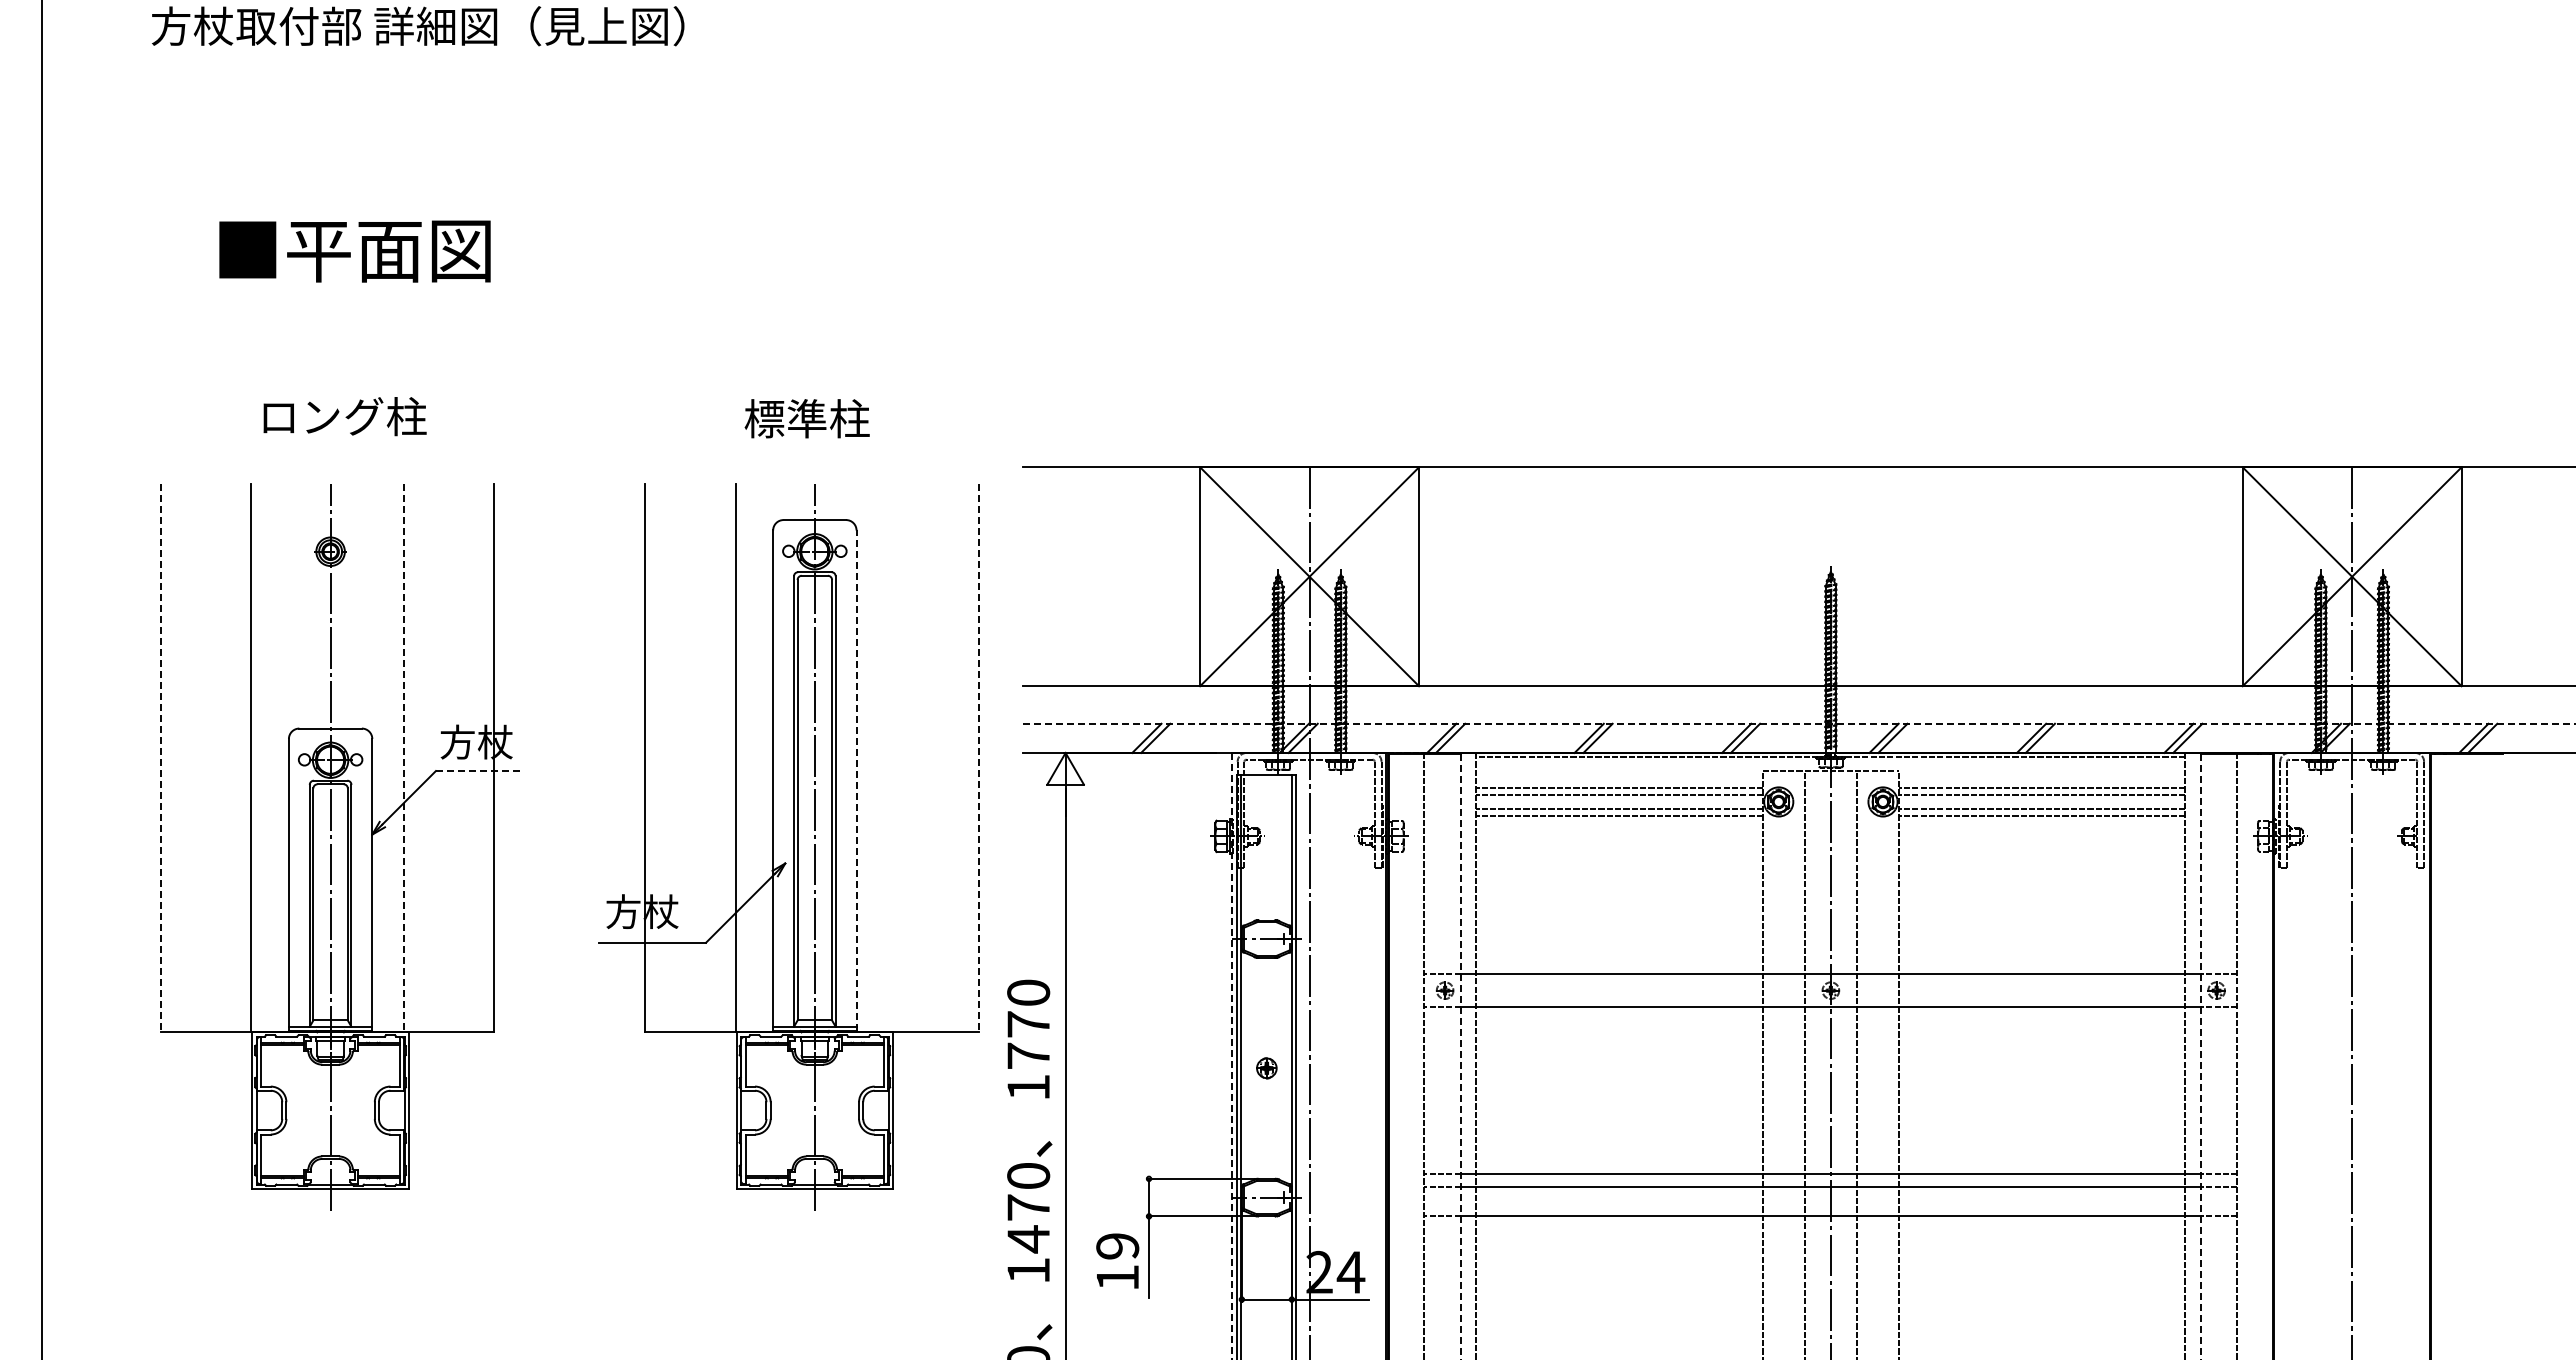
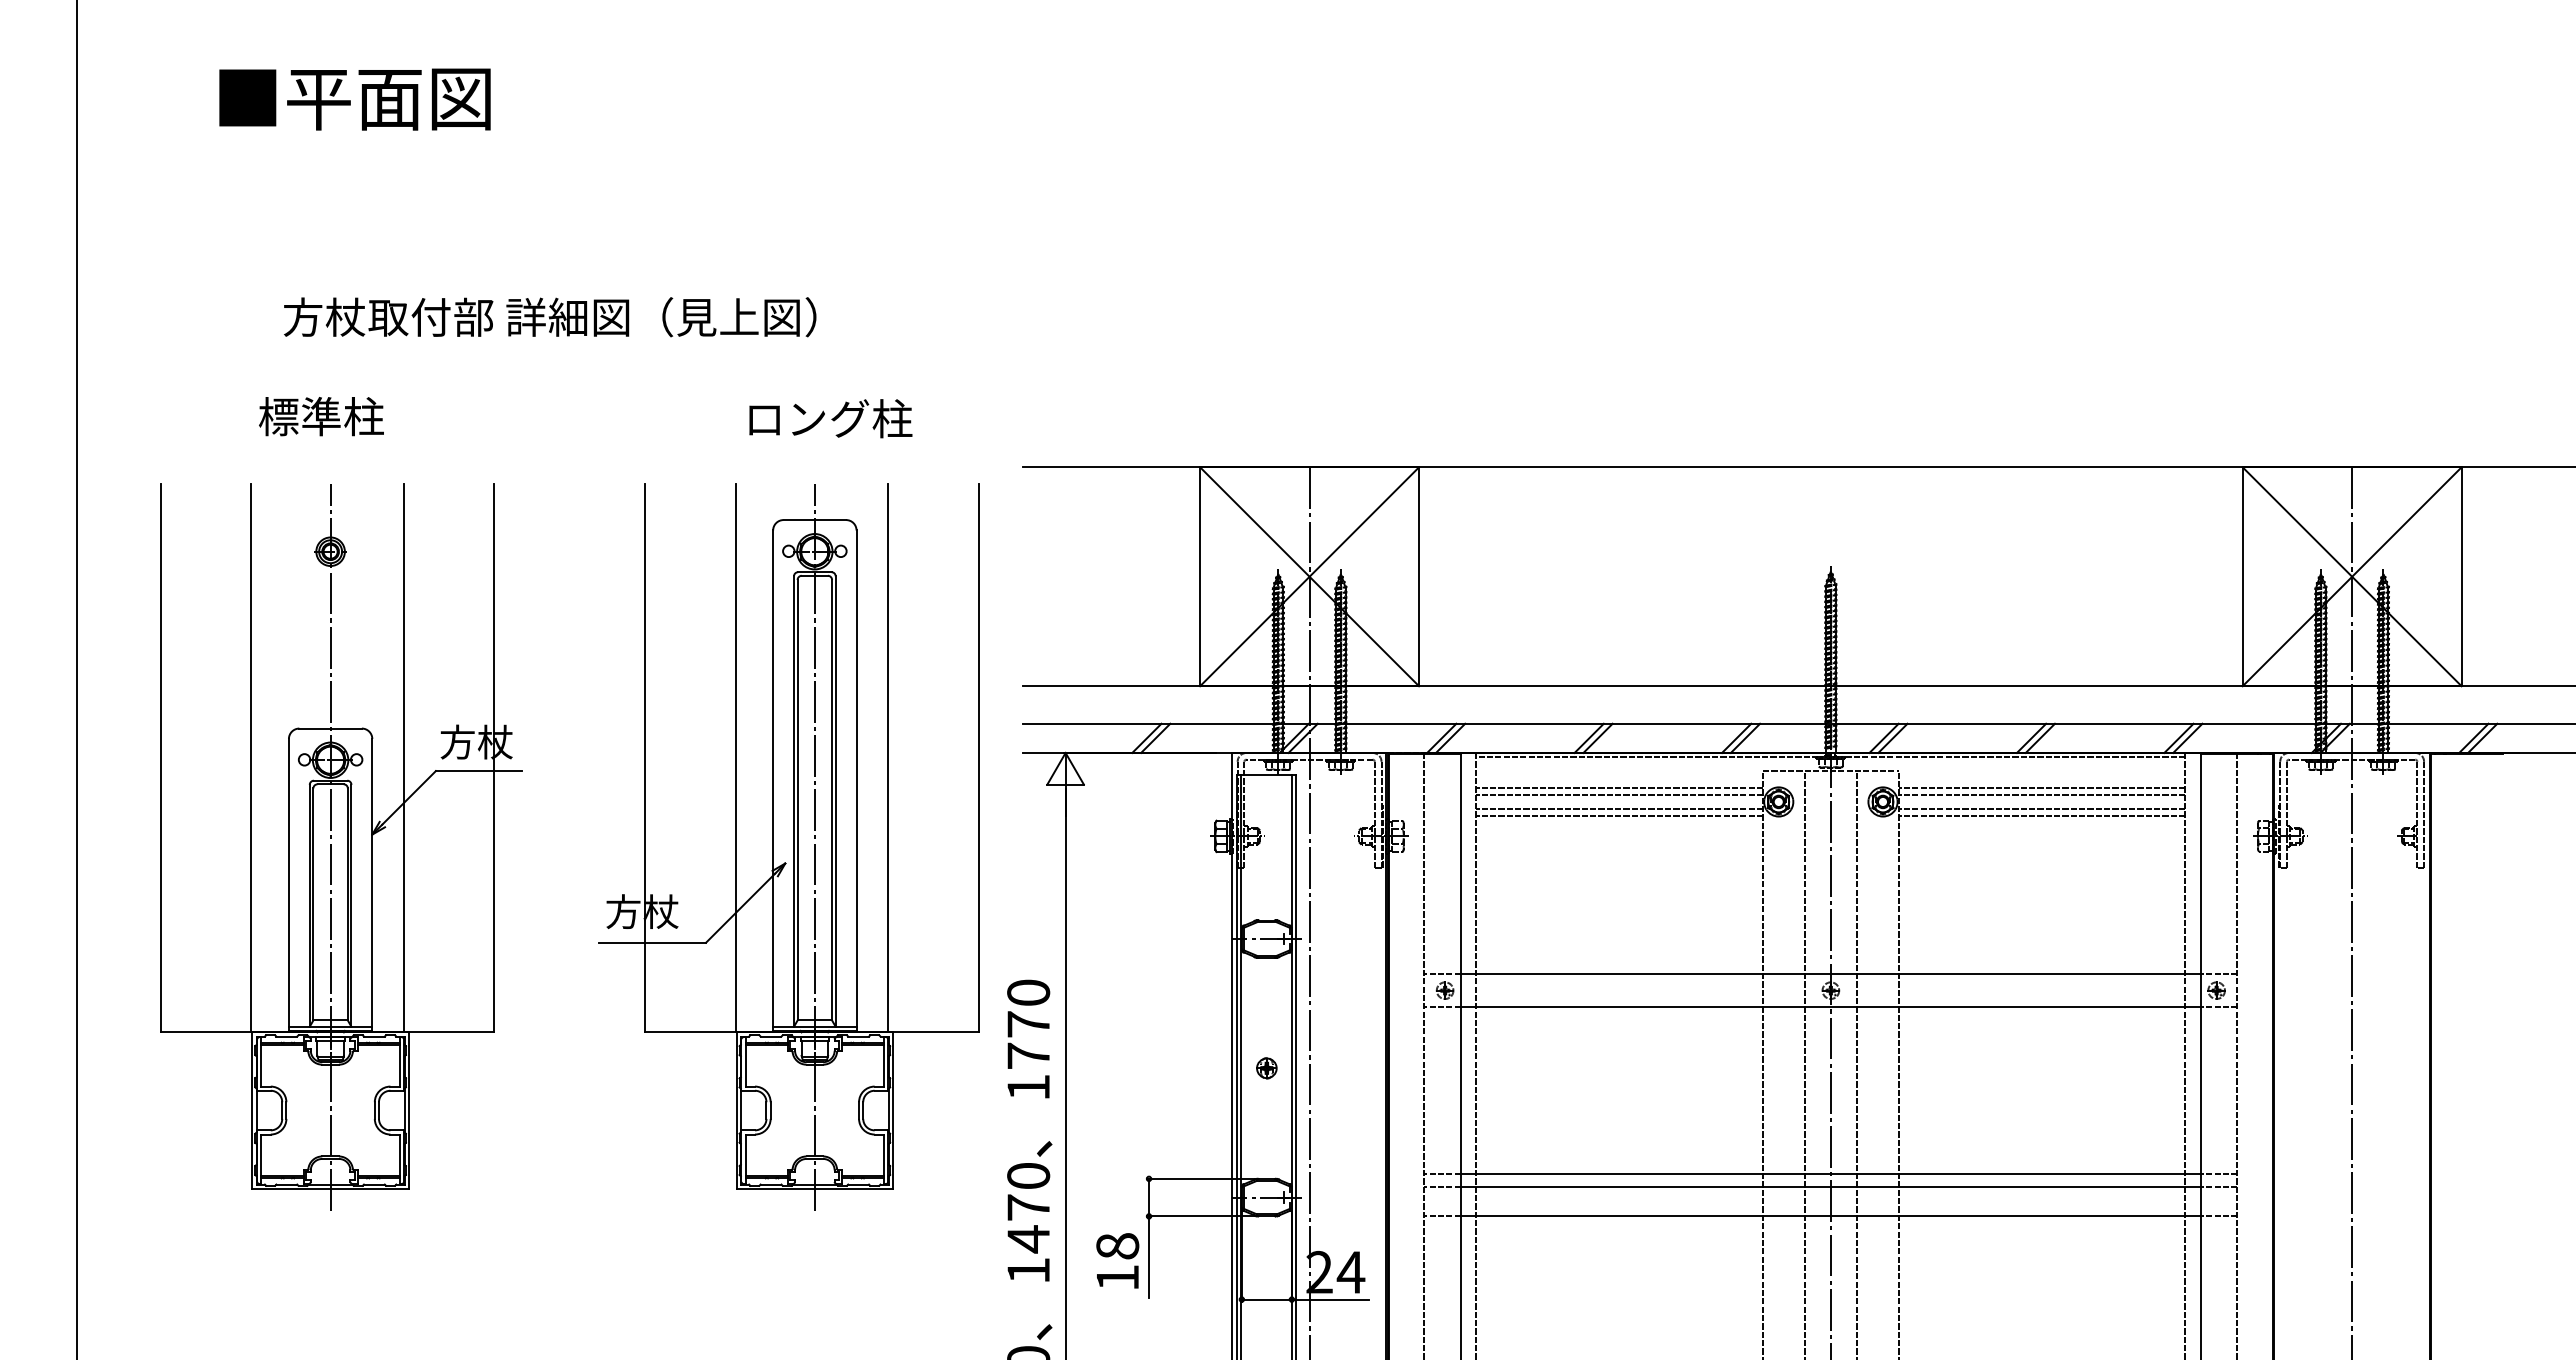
text at (418, 26) position: (418, 26) -> (550, 317)
text at (354, 251) position: (354, 251) -> (354, 99)
text at (342, 416): ロング柱 -> 標準柱
text at (828, 418): 標準柱 -> ロング柱
line at (42, 679) position: (42, 679) -> (77, 679)
line at (1799, 723): dashed -> solid
line at (887, 757): none -> present
line at (160, 758): dashed -> solid
line at (403, 758): dashed -> solid
line at (978, 758): dashed -> solid
line at (478, 771): dashed -> solid
line at (856, 780): dashed -> solid
line at (1232, 1056): dashed -> solid
line at (1460, 1057): dashed -> solid
line at (2201, 1057): dashed -> solid
text at (1117, 1246): 19 -> 18
